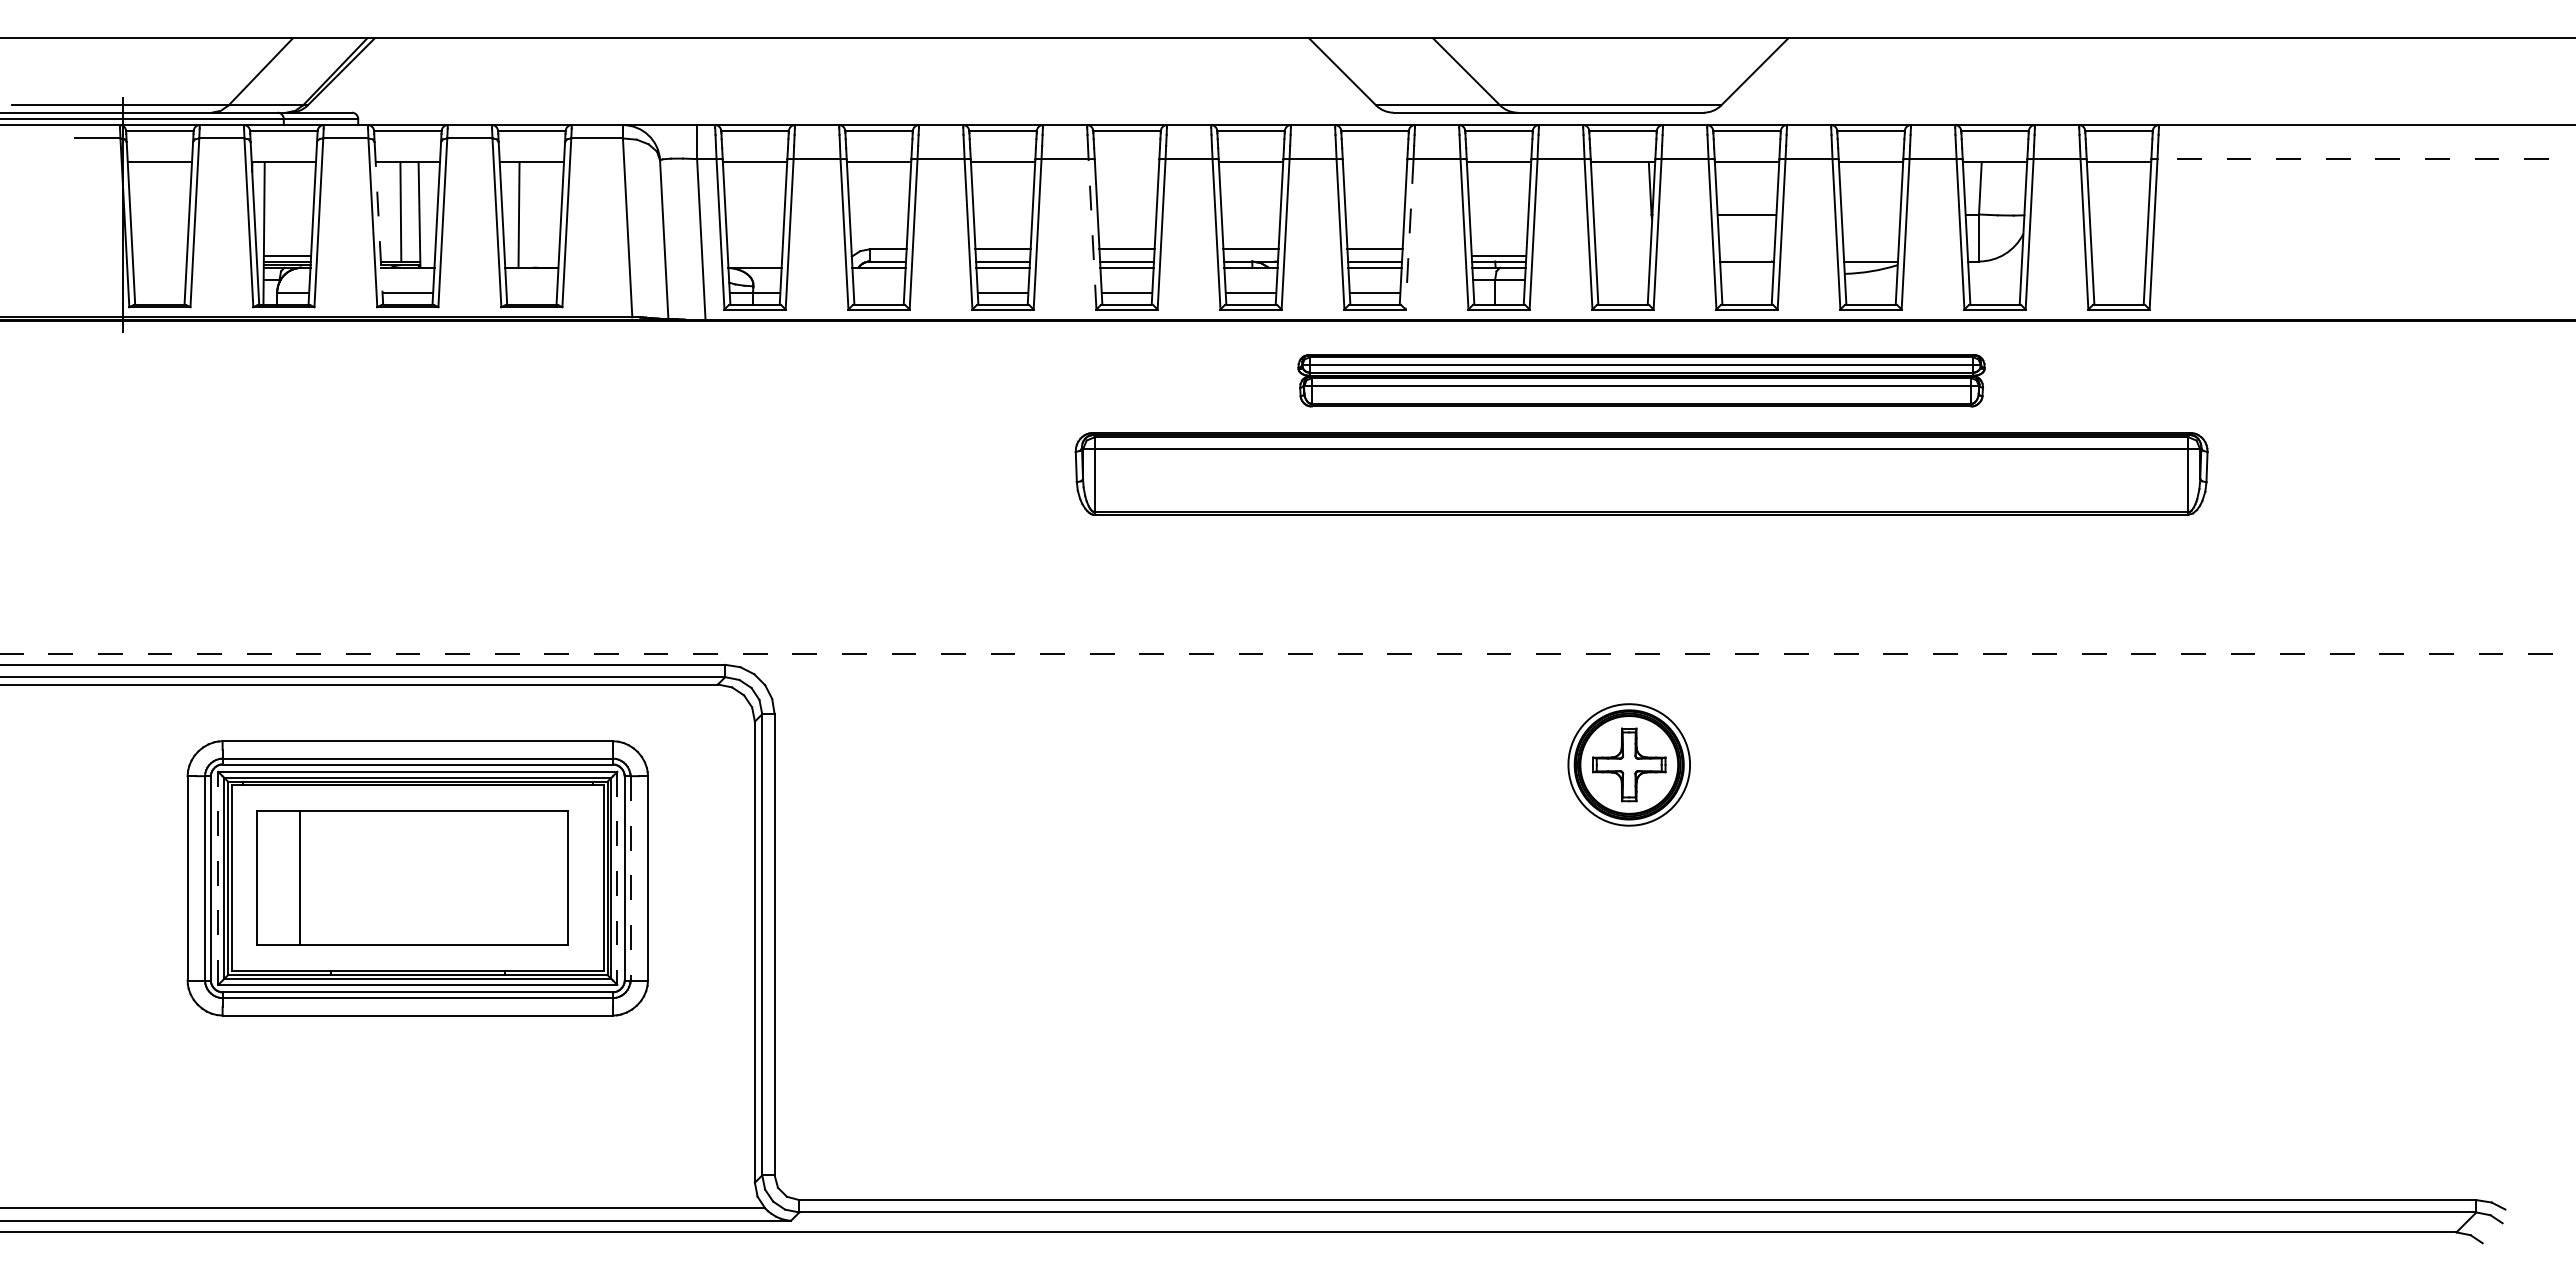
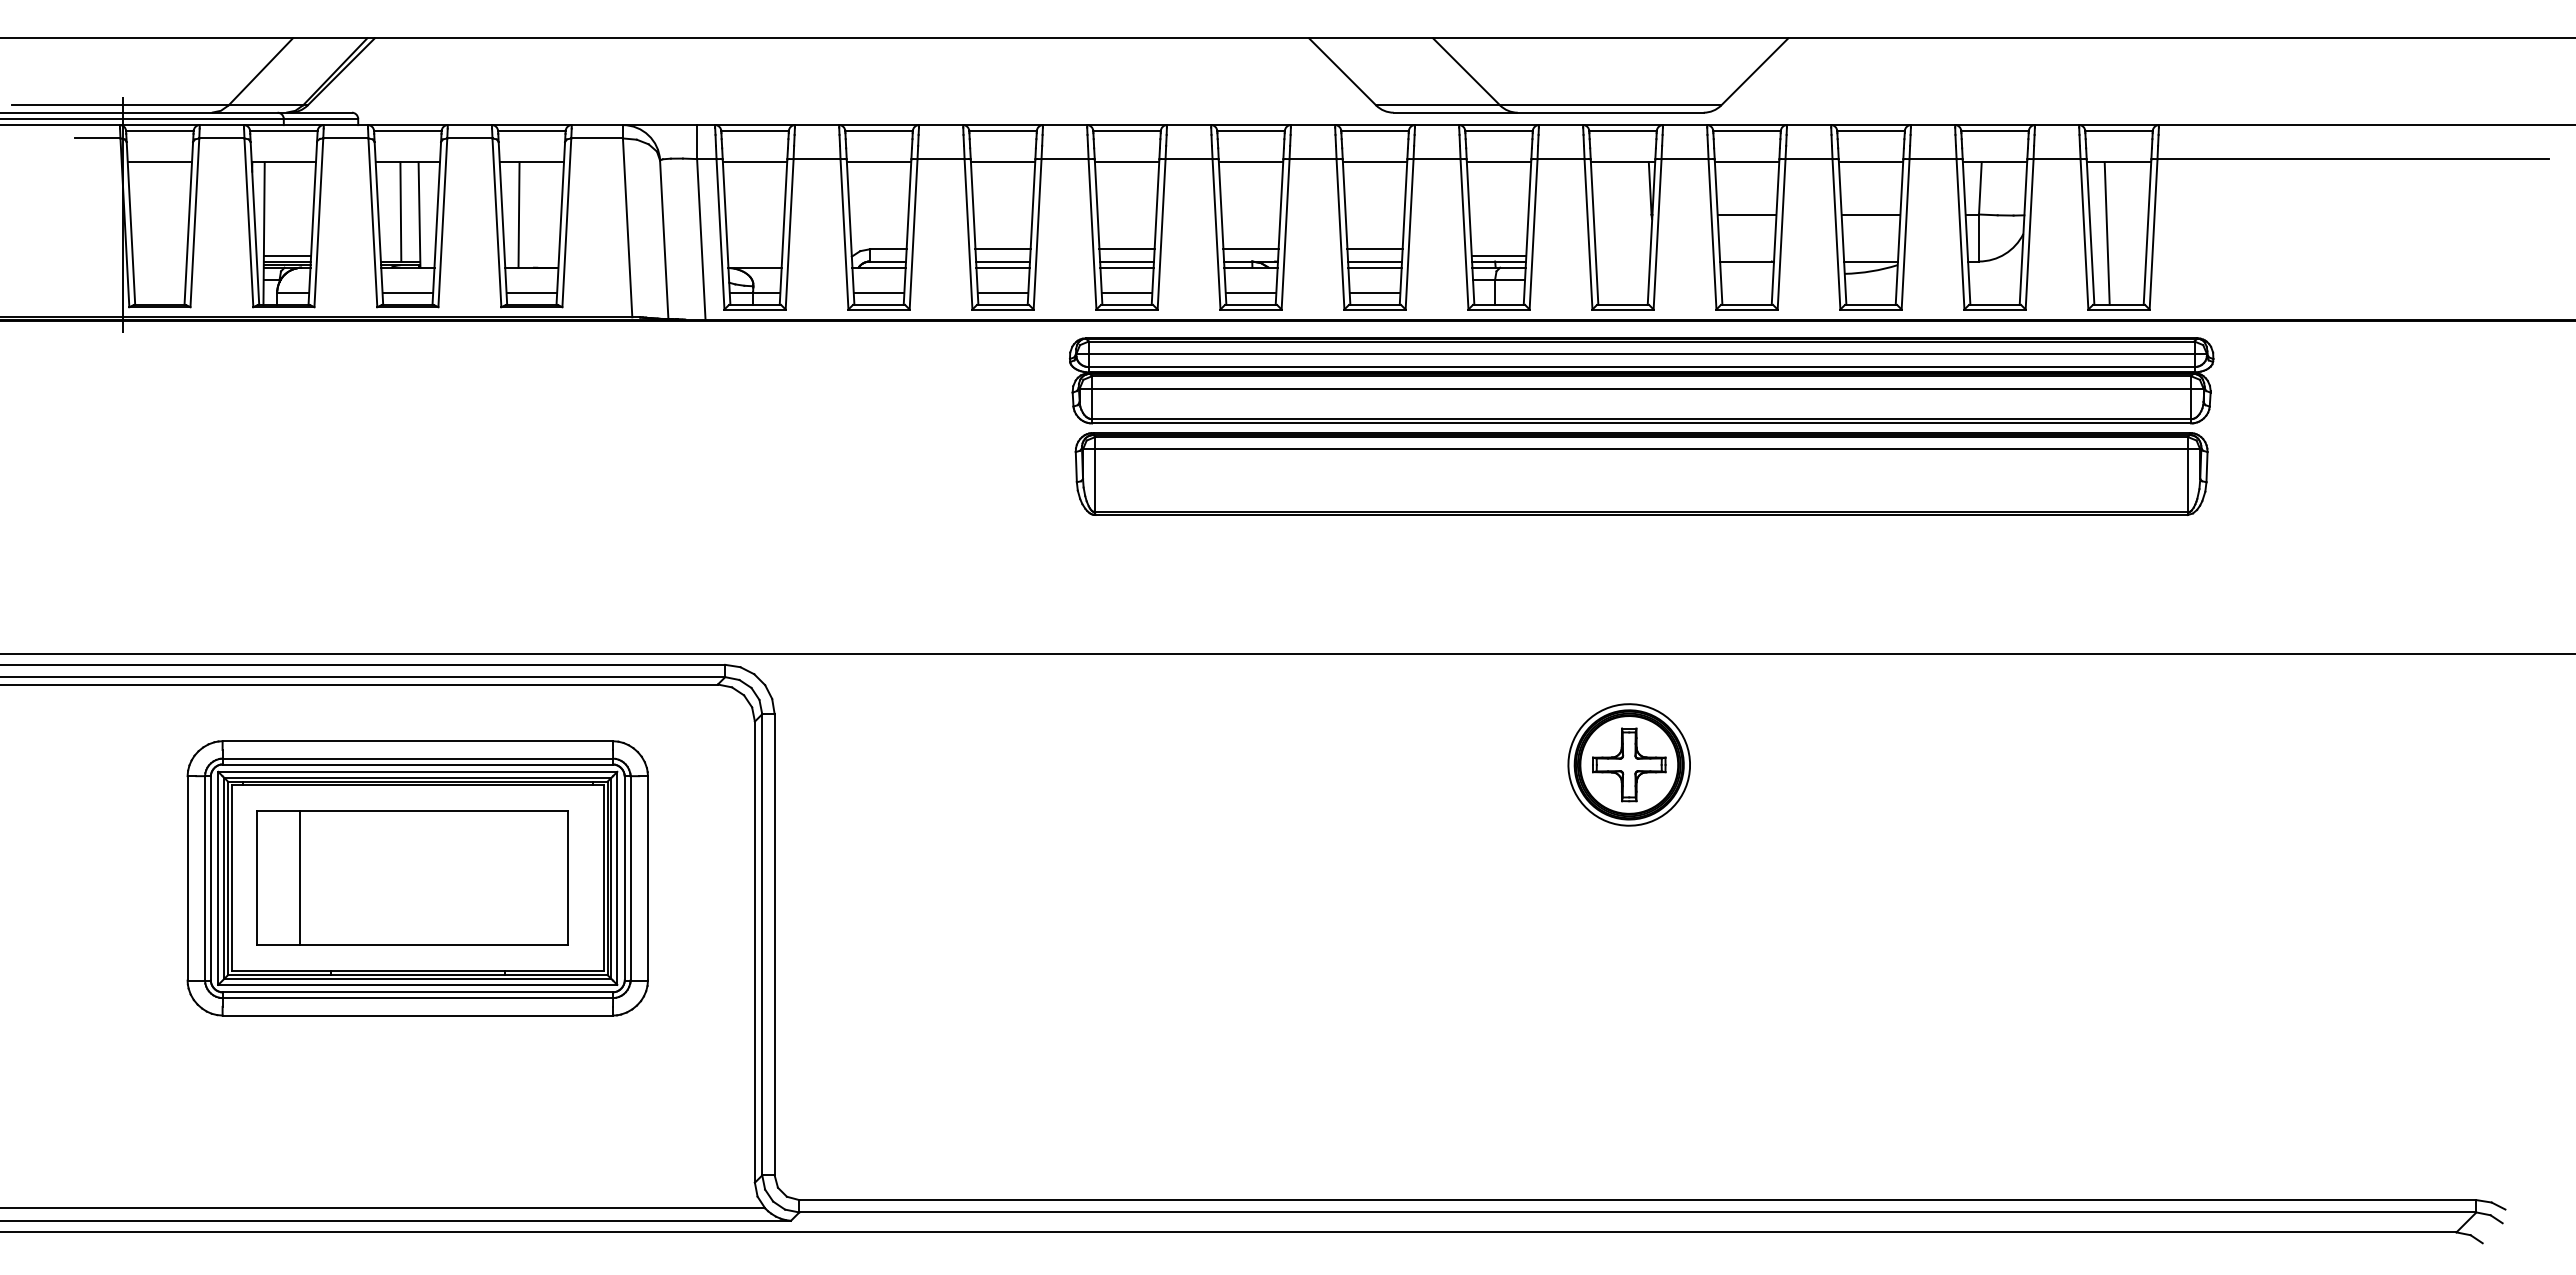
line at (2353, 159): dashed -> solid
line at (1126, 162): none -> present
line at (1374, 162): none -> present
line at (1870, 214): none -> present
line at (378, 223): dashed -> solid
line at (1092, 233): dashed -> solid
line at (2106, 233): none -> present
line at (1409, 234): dashed -> solid
line at (531, 292): none -> present
line at (878, 292): none -> present
part at (1641, 380) size: 689x54 px -> 1147x88 px
line at (1288, 654): dashed -> solid
line at (218, 877): dashed -> solid
line at (617, 878): dashed -> solid
line at (630, 878): dashed -> solid
